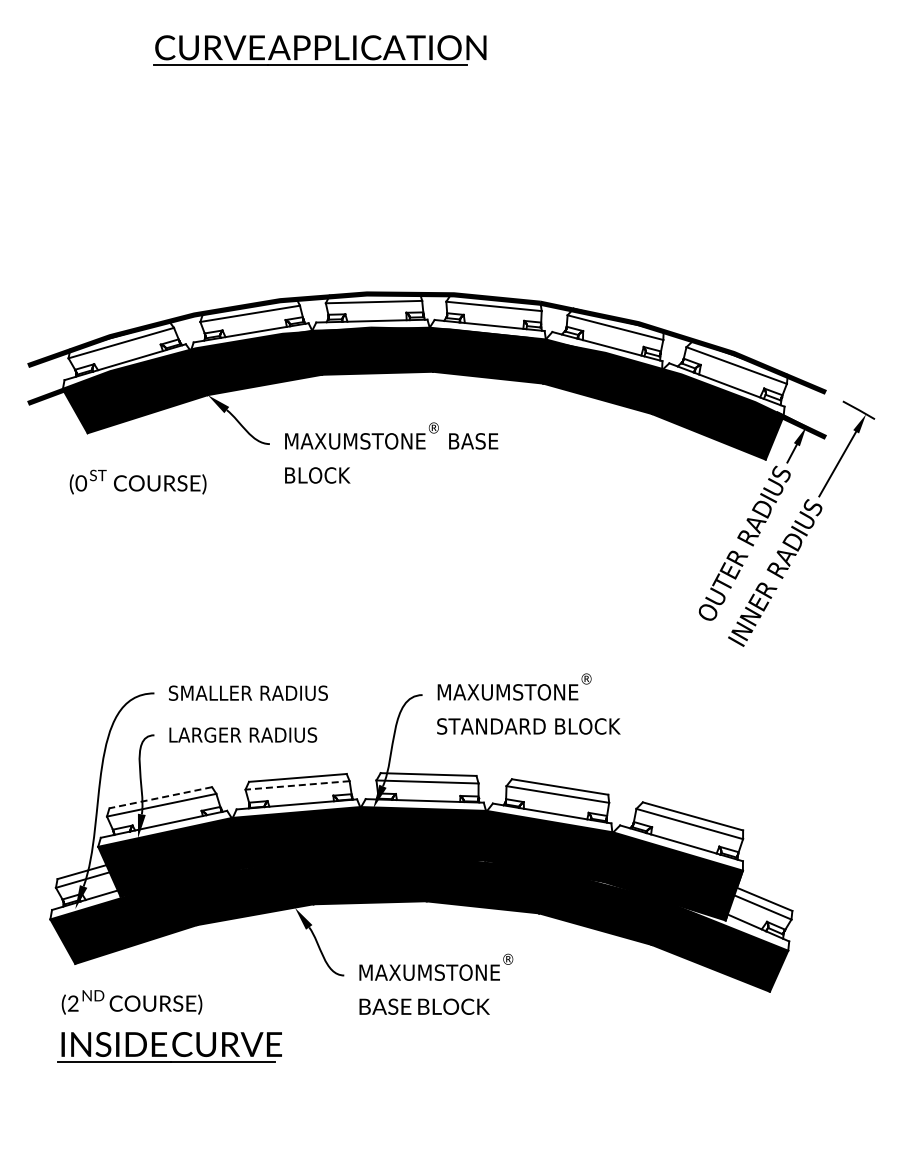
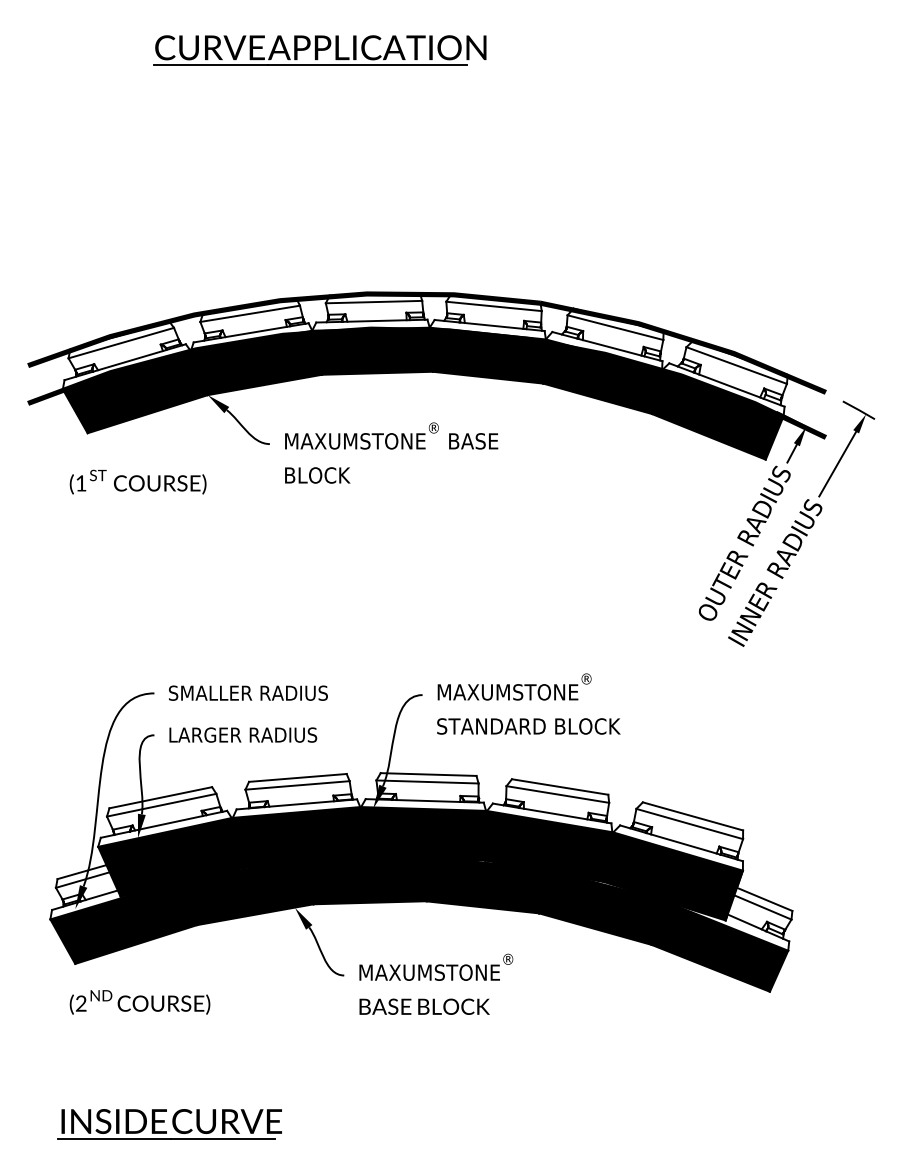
text at (81, 483): (0 -> (1
line at (297, 785): dashed -> solid
line at (160, 797): dashed -> solid
text at (131, 1002) position: (131, 1002) -> (139, 1002)
part at (169, 1047) position: (169, 1047) -> (169, 1124)
